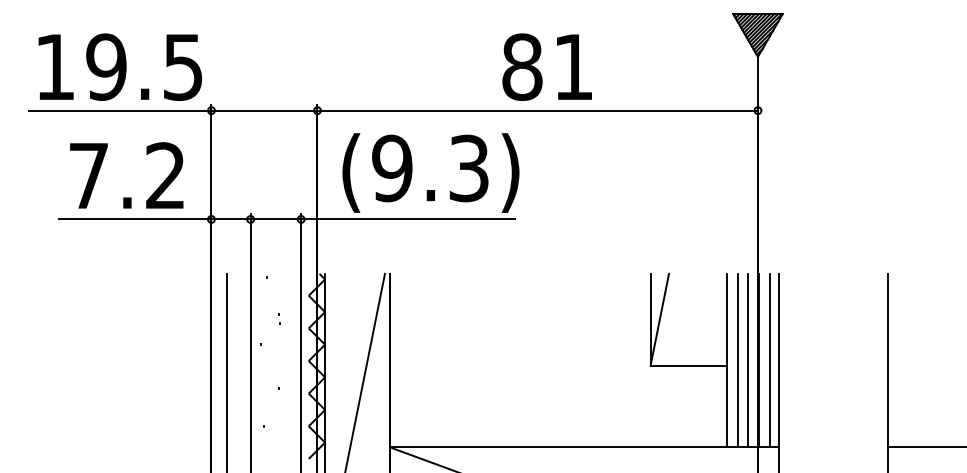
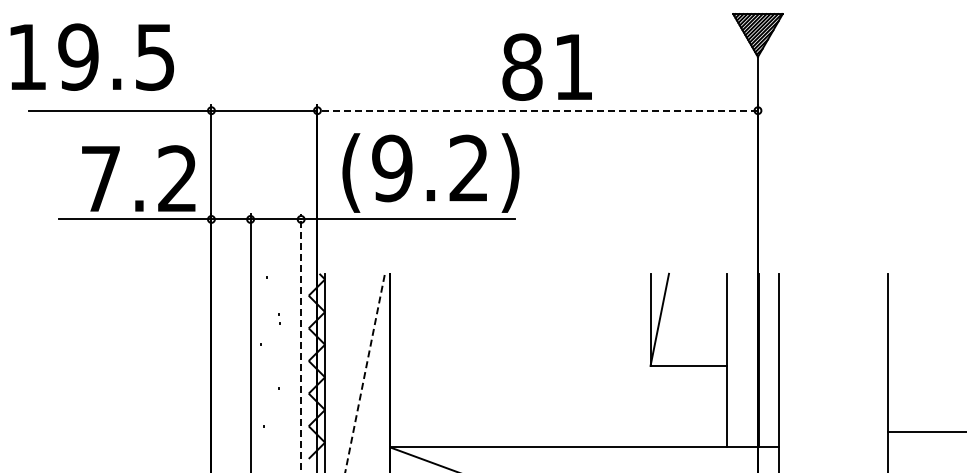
text at (119, 66) position: (119, 66) -> (91, 56)
line at (537, 110): solid -> dashed
text at (468, 168): (9.3) -> (9.2)
text at (126, 175) position: (126, 175) -> (138, 178)
line at (301, 342): solid -> dashed
line at (737, 360): present -> none
line at (748, 360): present -> none
line at (770, 360): present -> none
line at (227, 371): present -> none
line at (365, 372): solid -> dashed
line at (925, 447) position: (925, 447) -> (925, 432)
